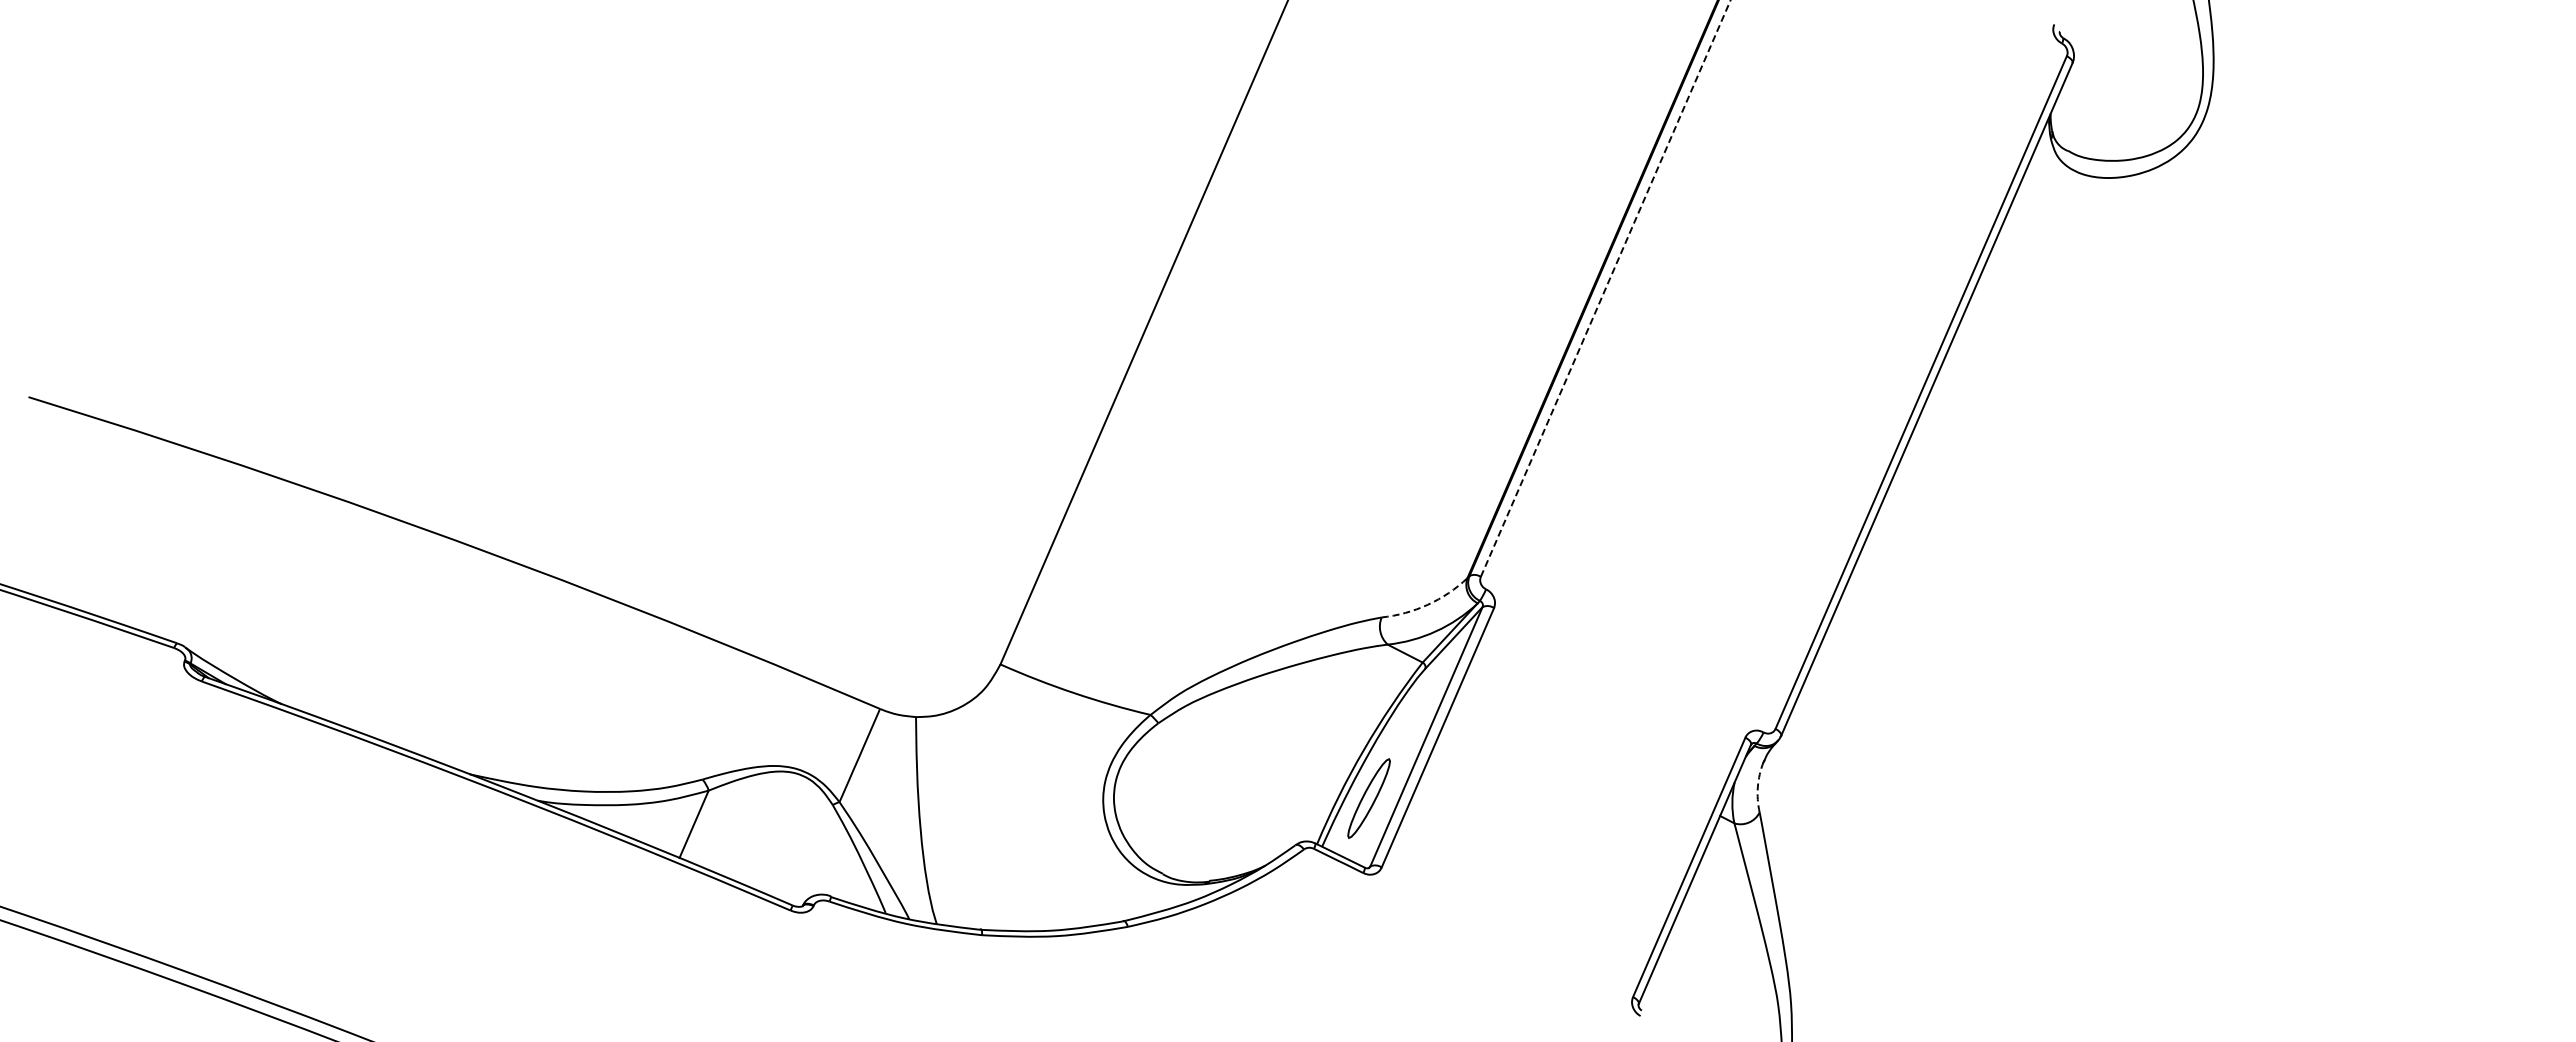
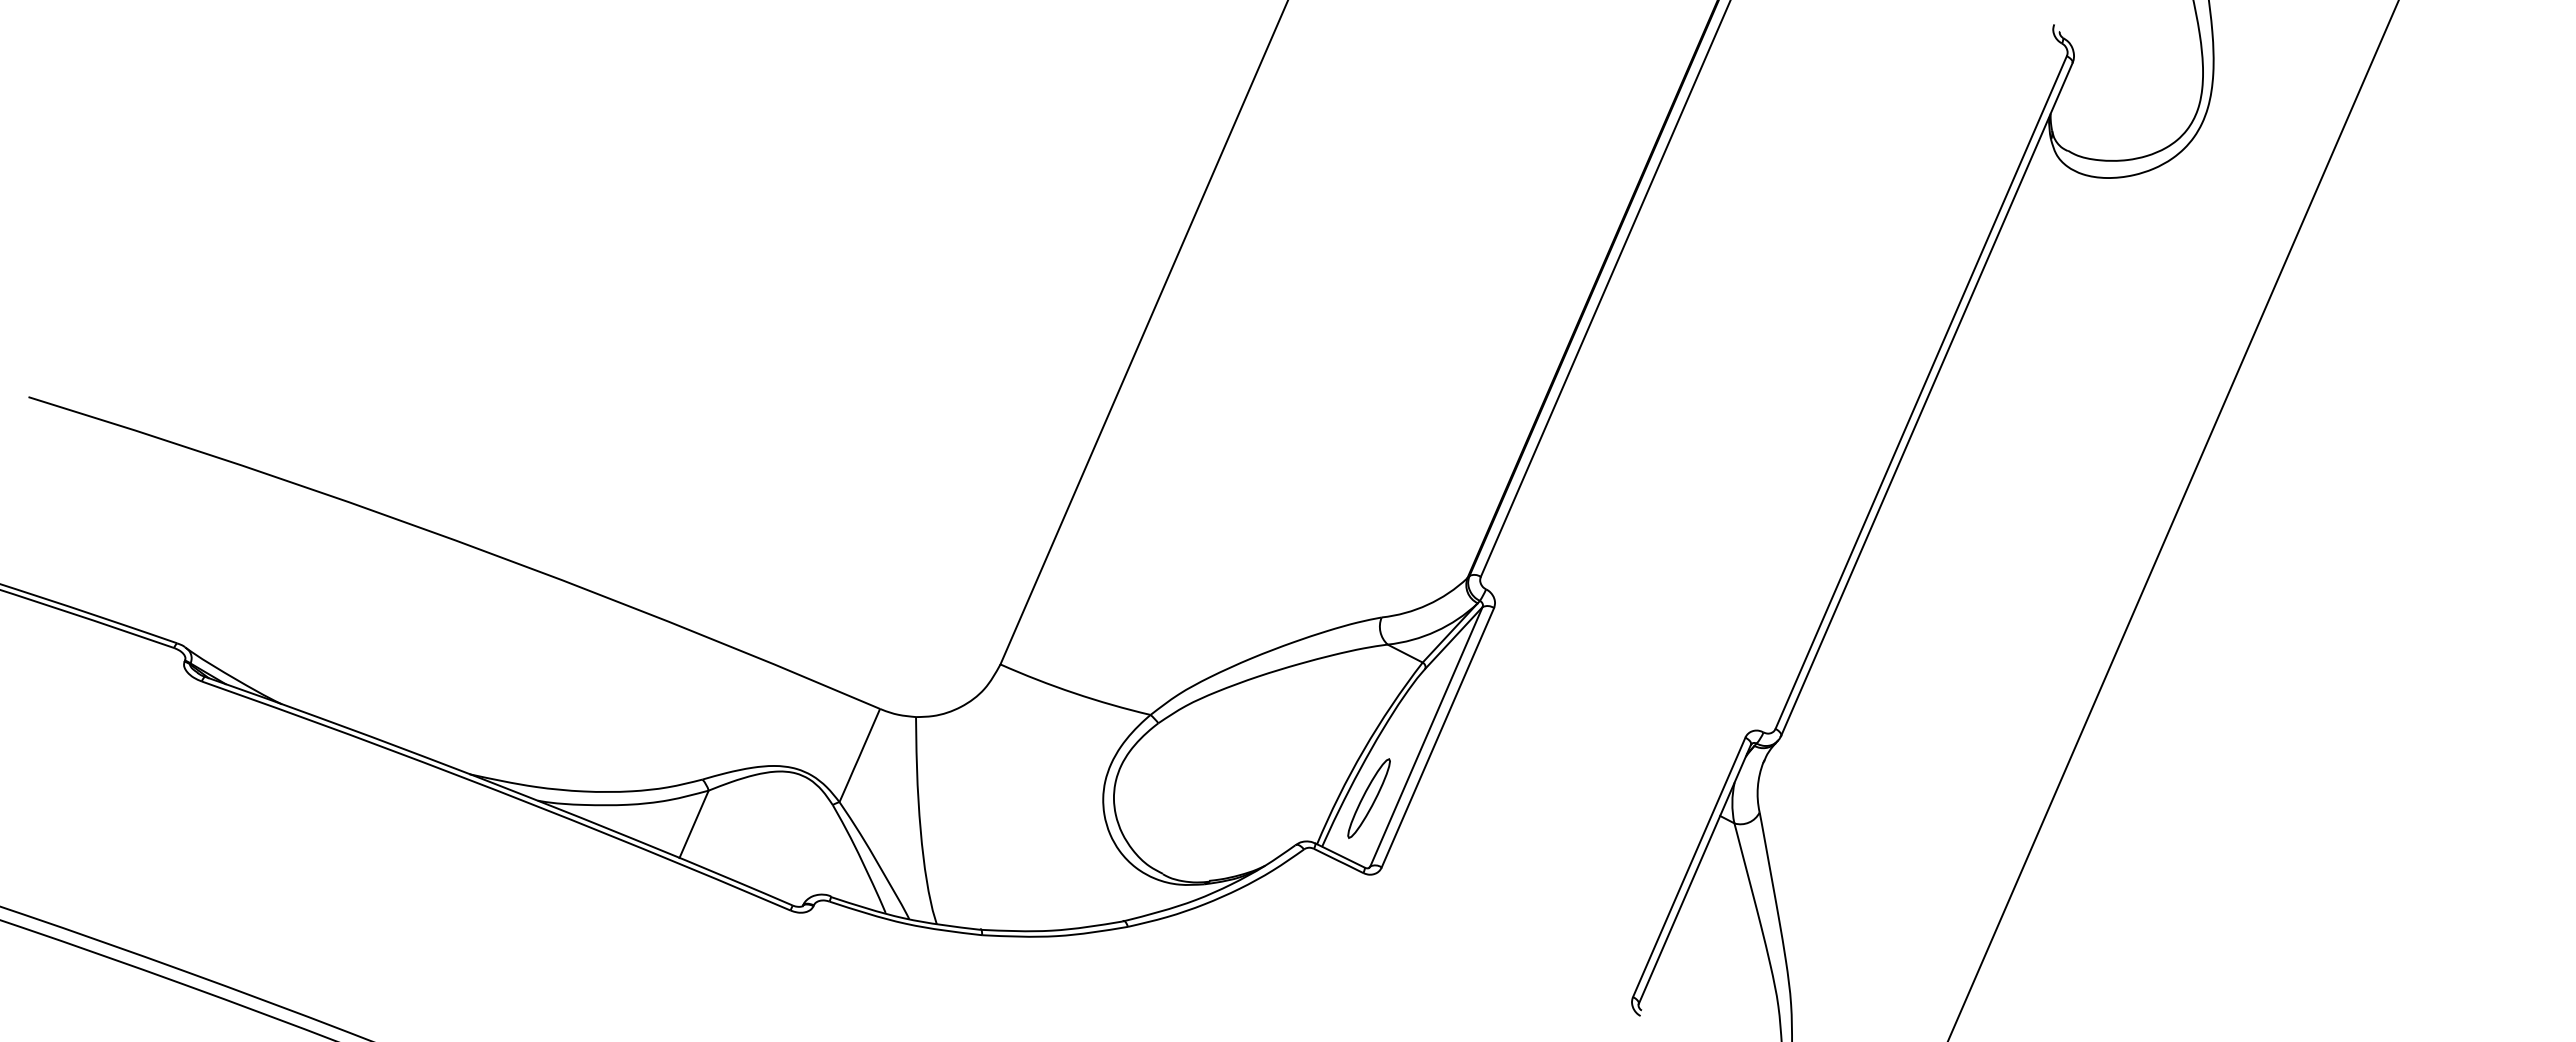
line at (1605, 289): dashed -> solid
line at (2173, 520): none -> present
arc at (1427, 604): dashed -> solid
arc at (1757, 786): dashed -> solid
